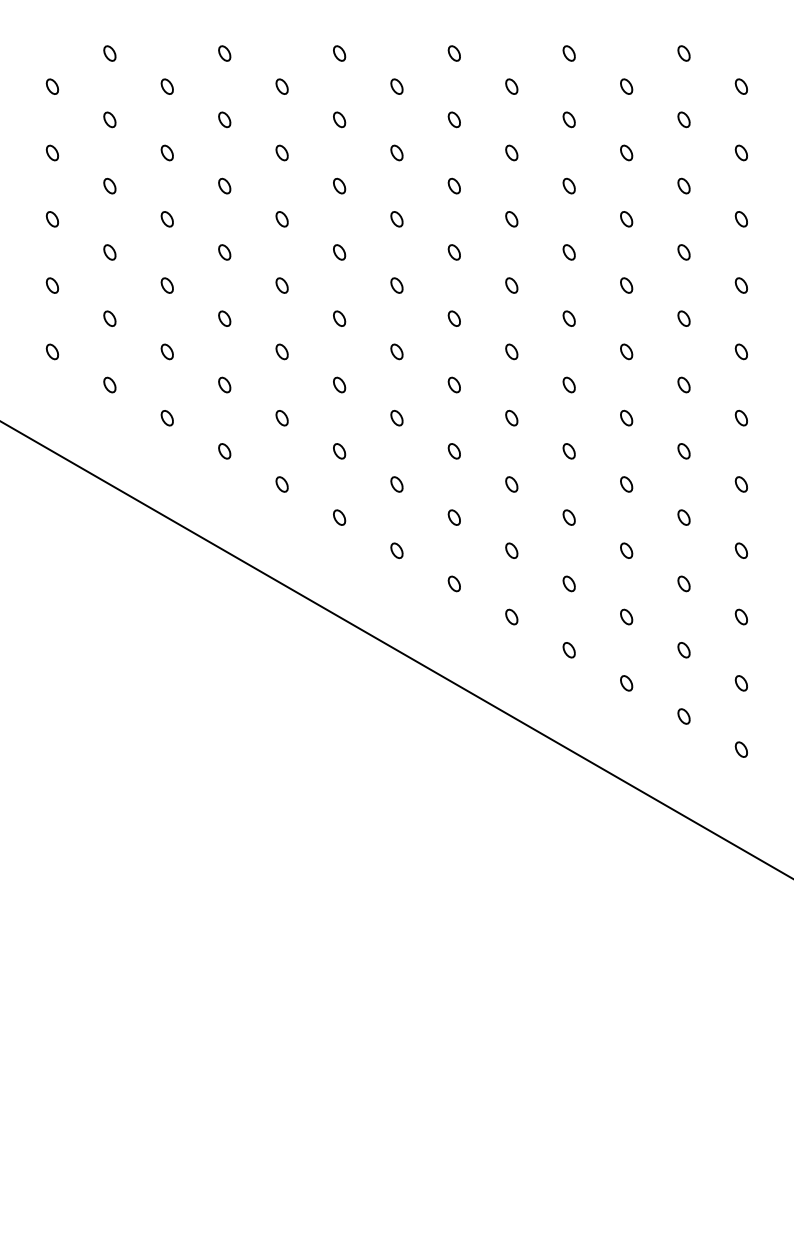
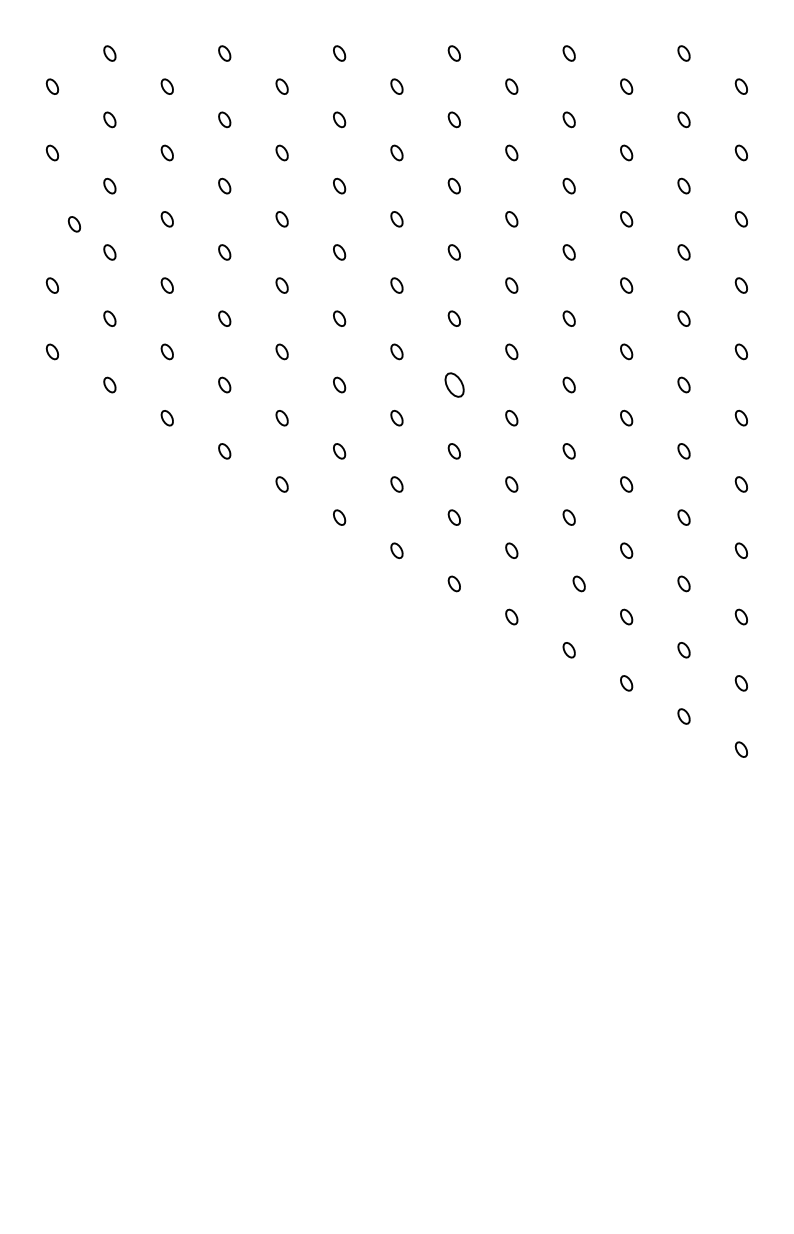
part at (52, 219) position: (52, 219) -> (74, 224)
part at (453, 384) size: 14x18 px -> 21x26 px
part at (568, 583) position: (568, 583) -> (578, 583)
line at (396, 649): present -> none
